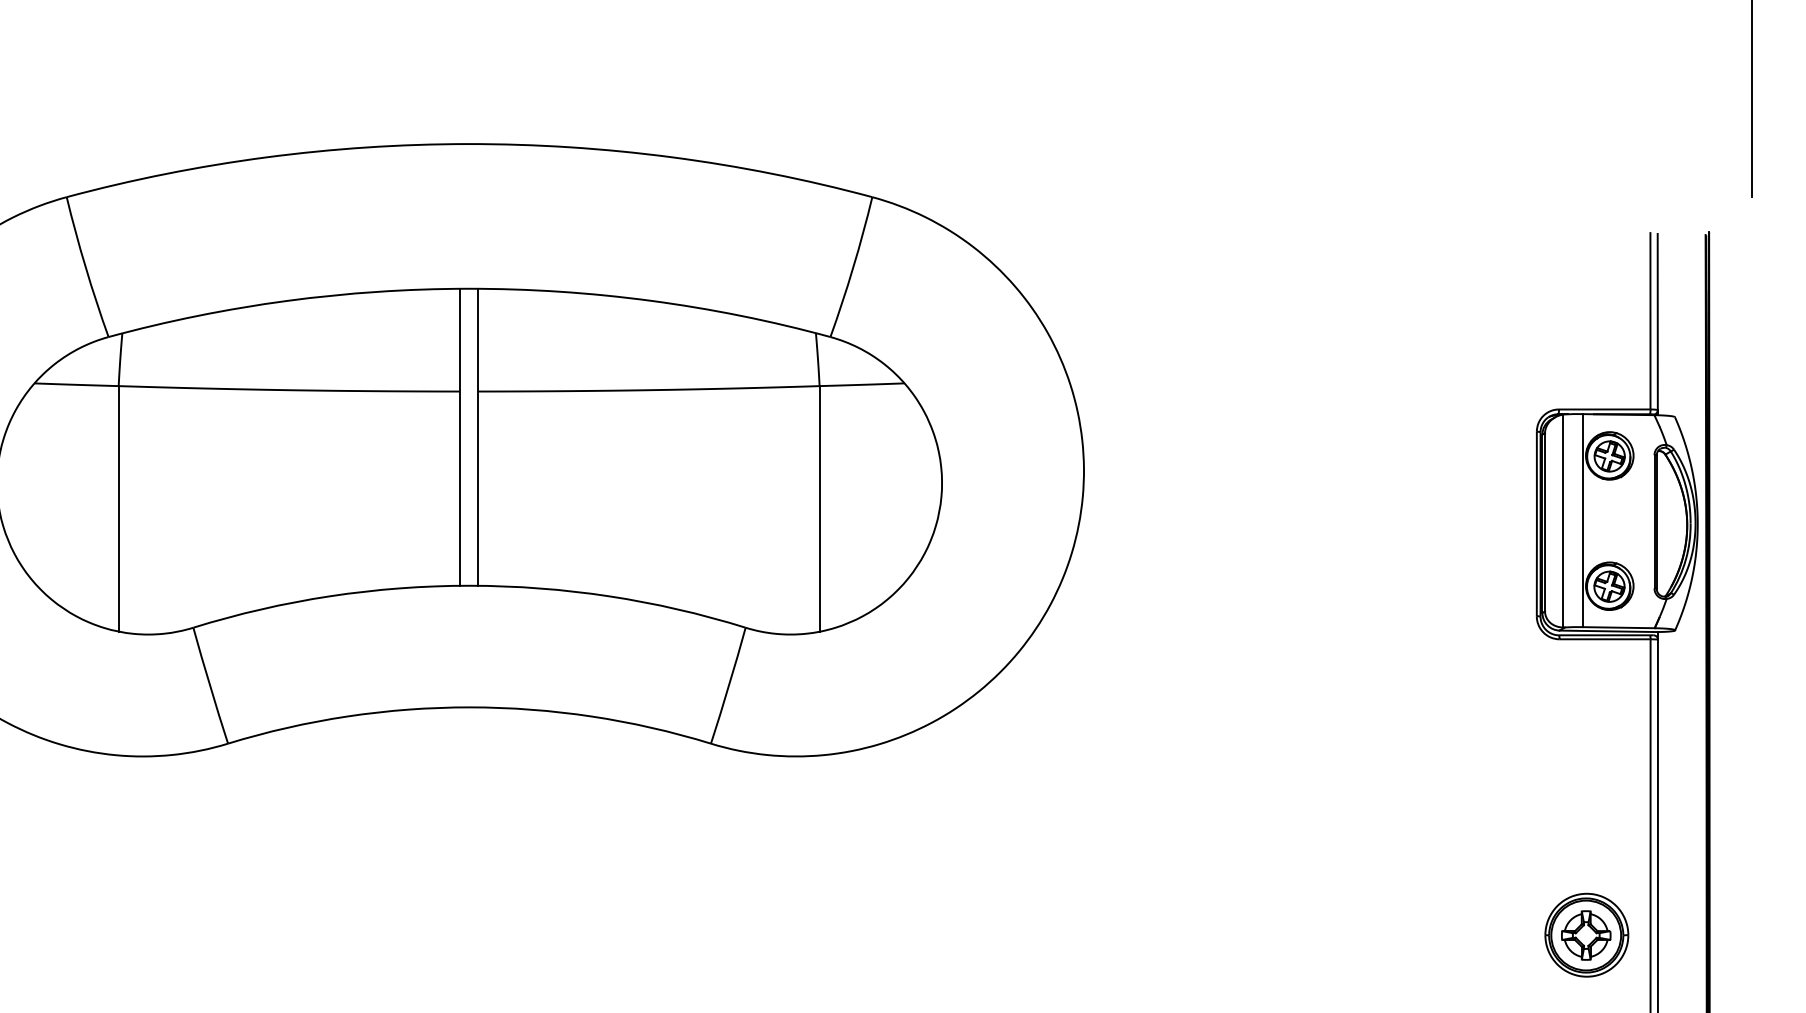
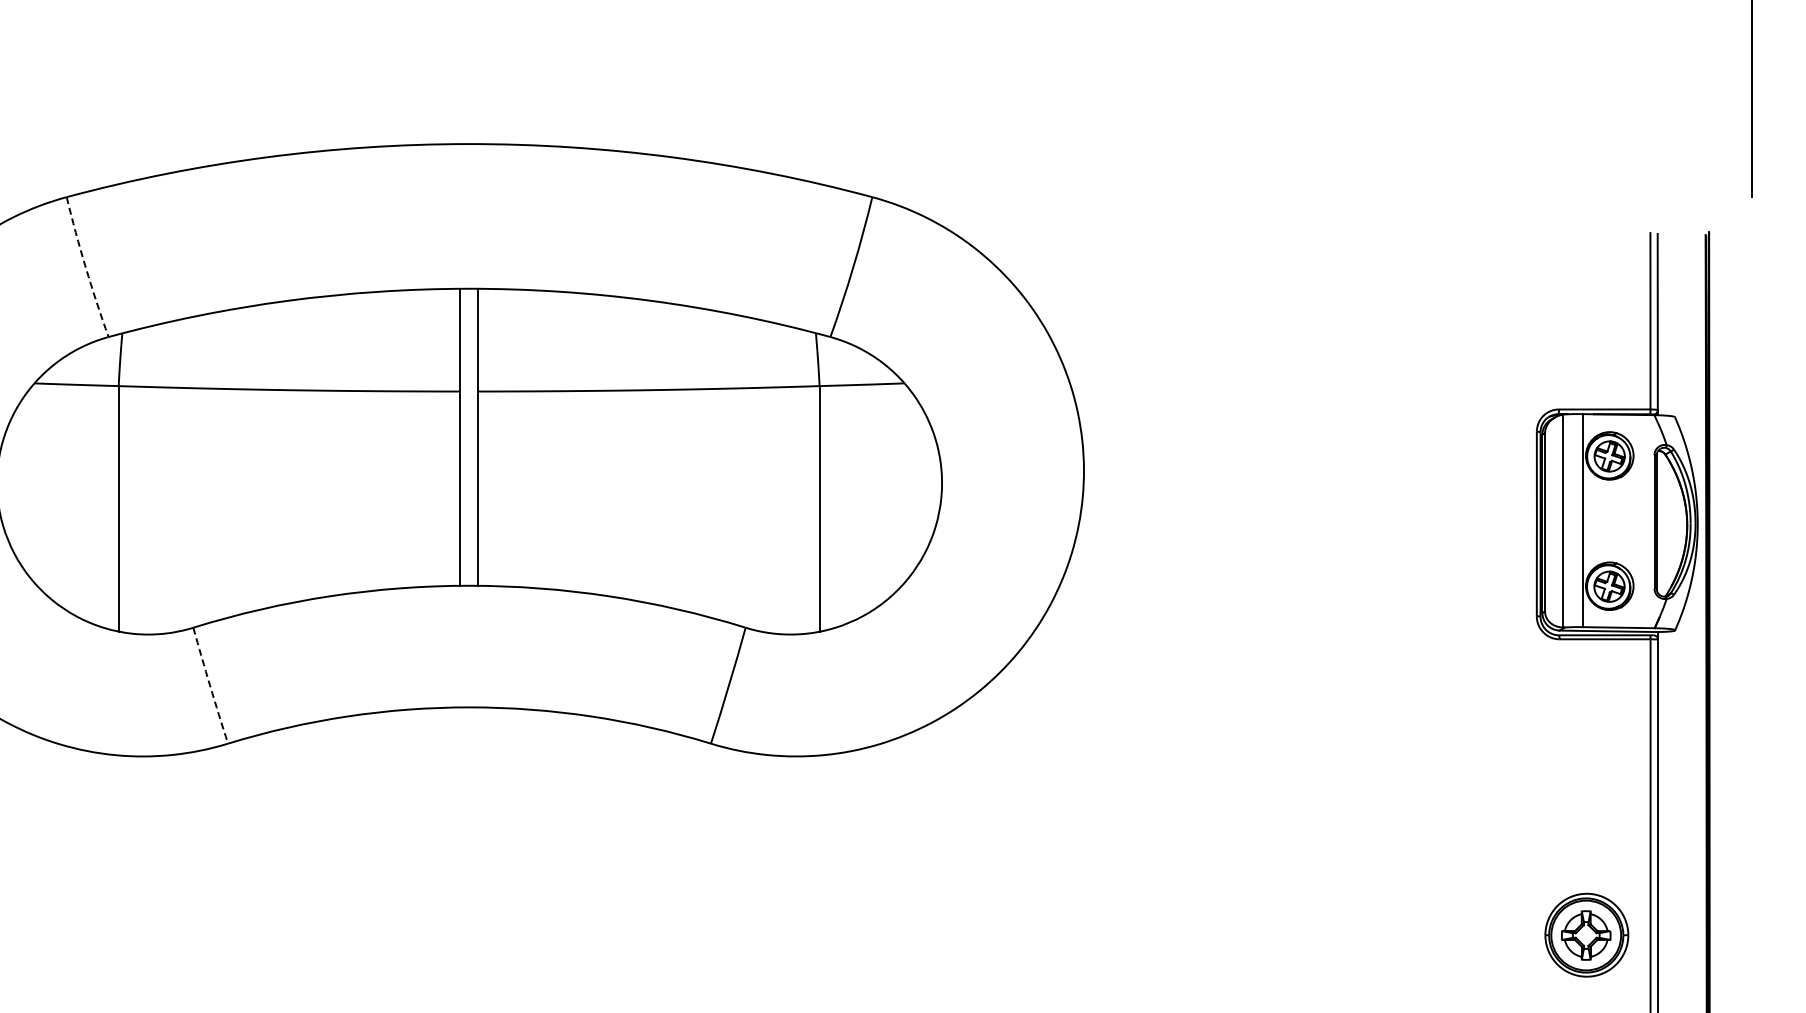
arc at (85, 267): solid -> dashed
arc at (210, 685): solid -> dashed
